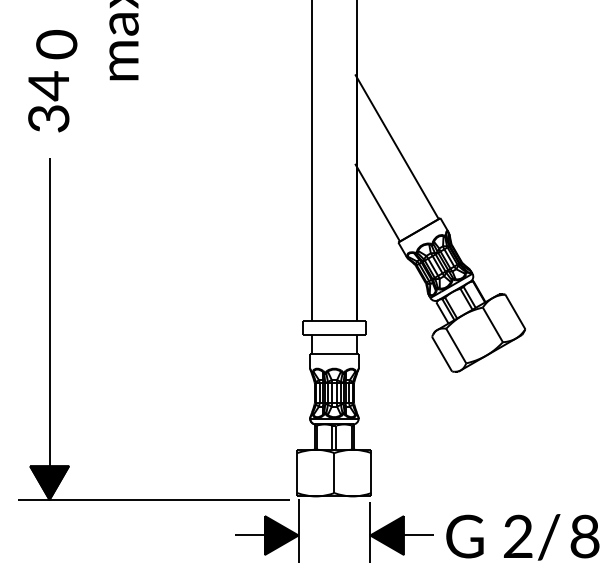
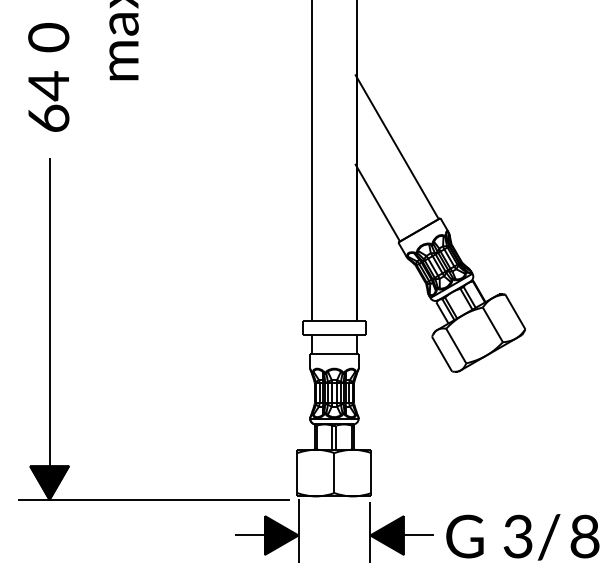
text at (56, 44) position: (56, 44) -> (48, 37)
text at (48, 118): 34 -> 64
text at (517, 537): 2/ -> 3/
